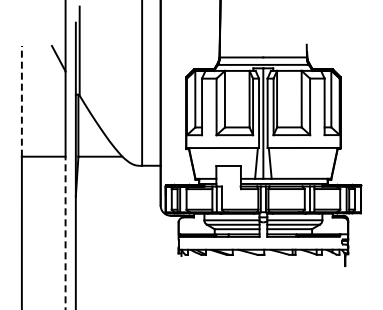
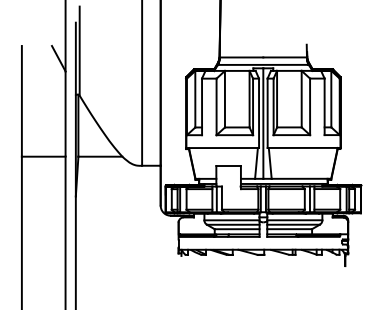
line at (21, 100): dashed -> solid
line at (65, 232): dashed -> solid
